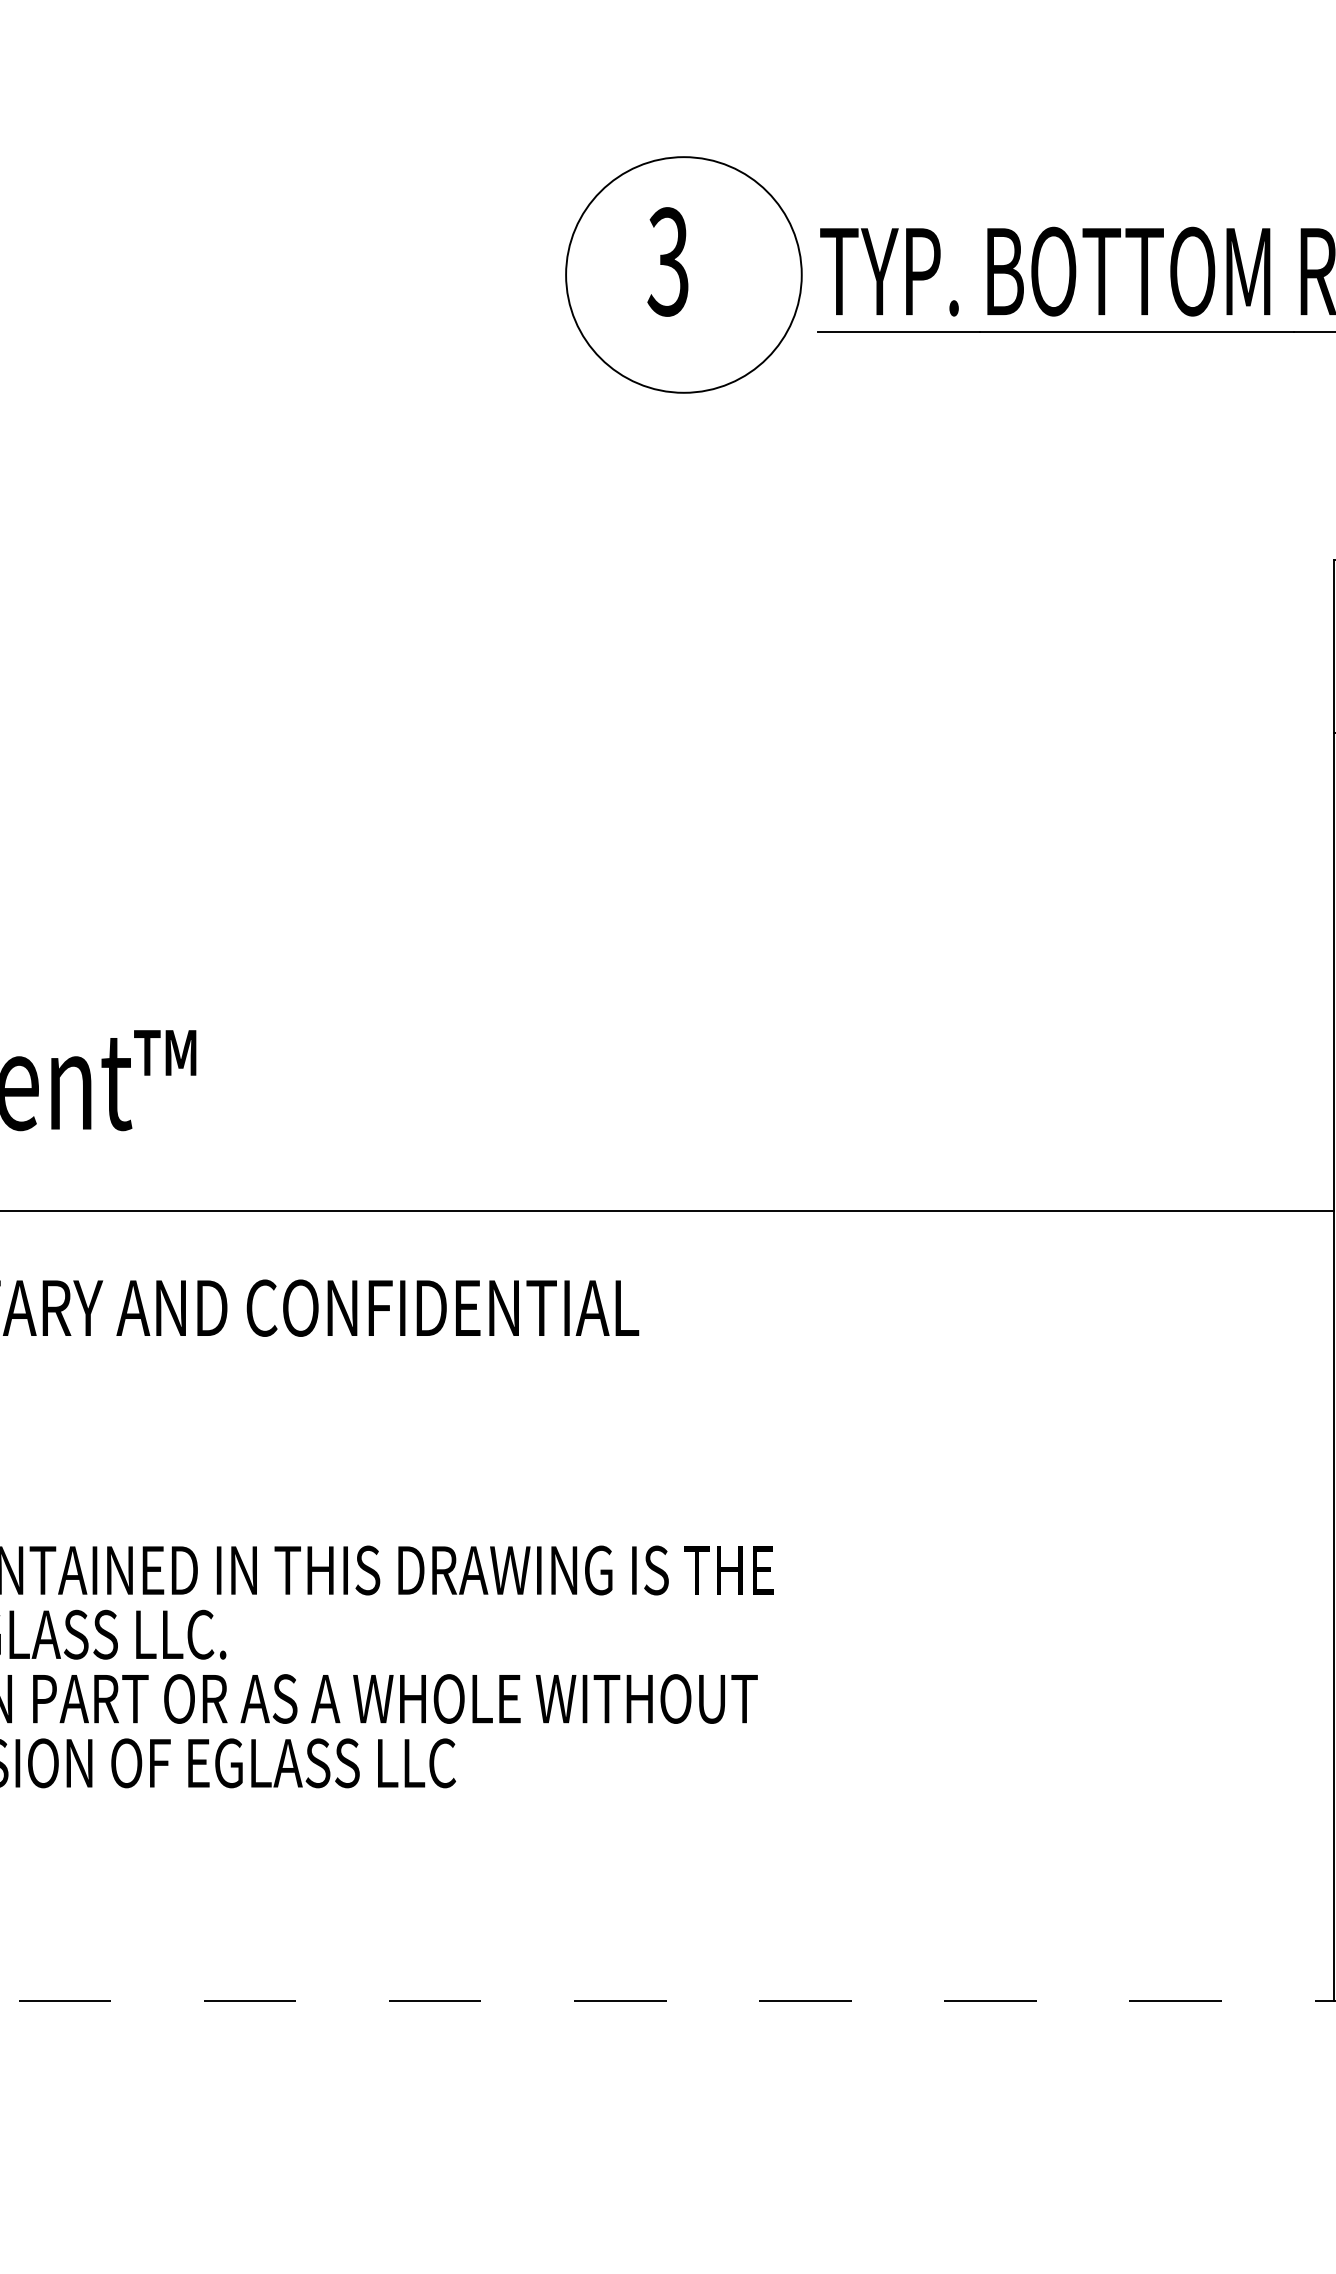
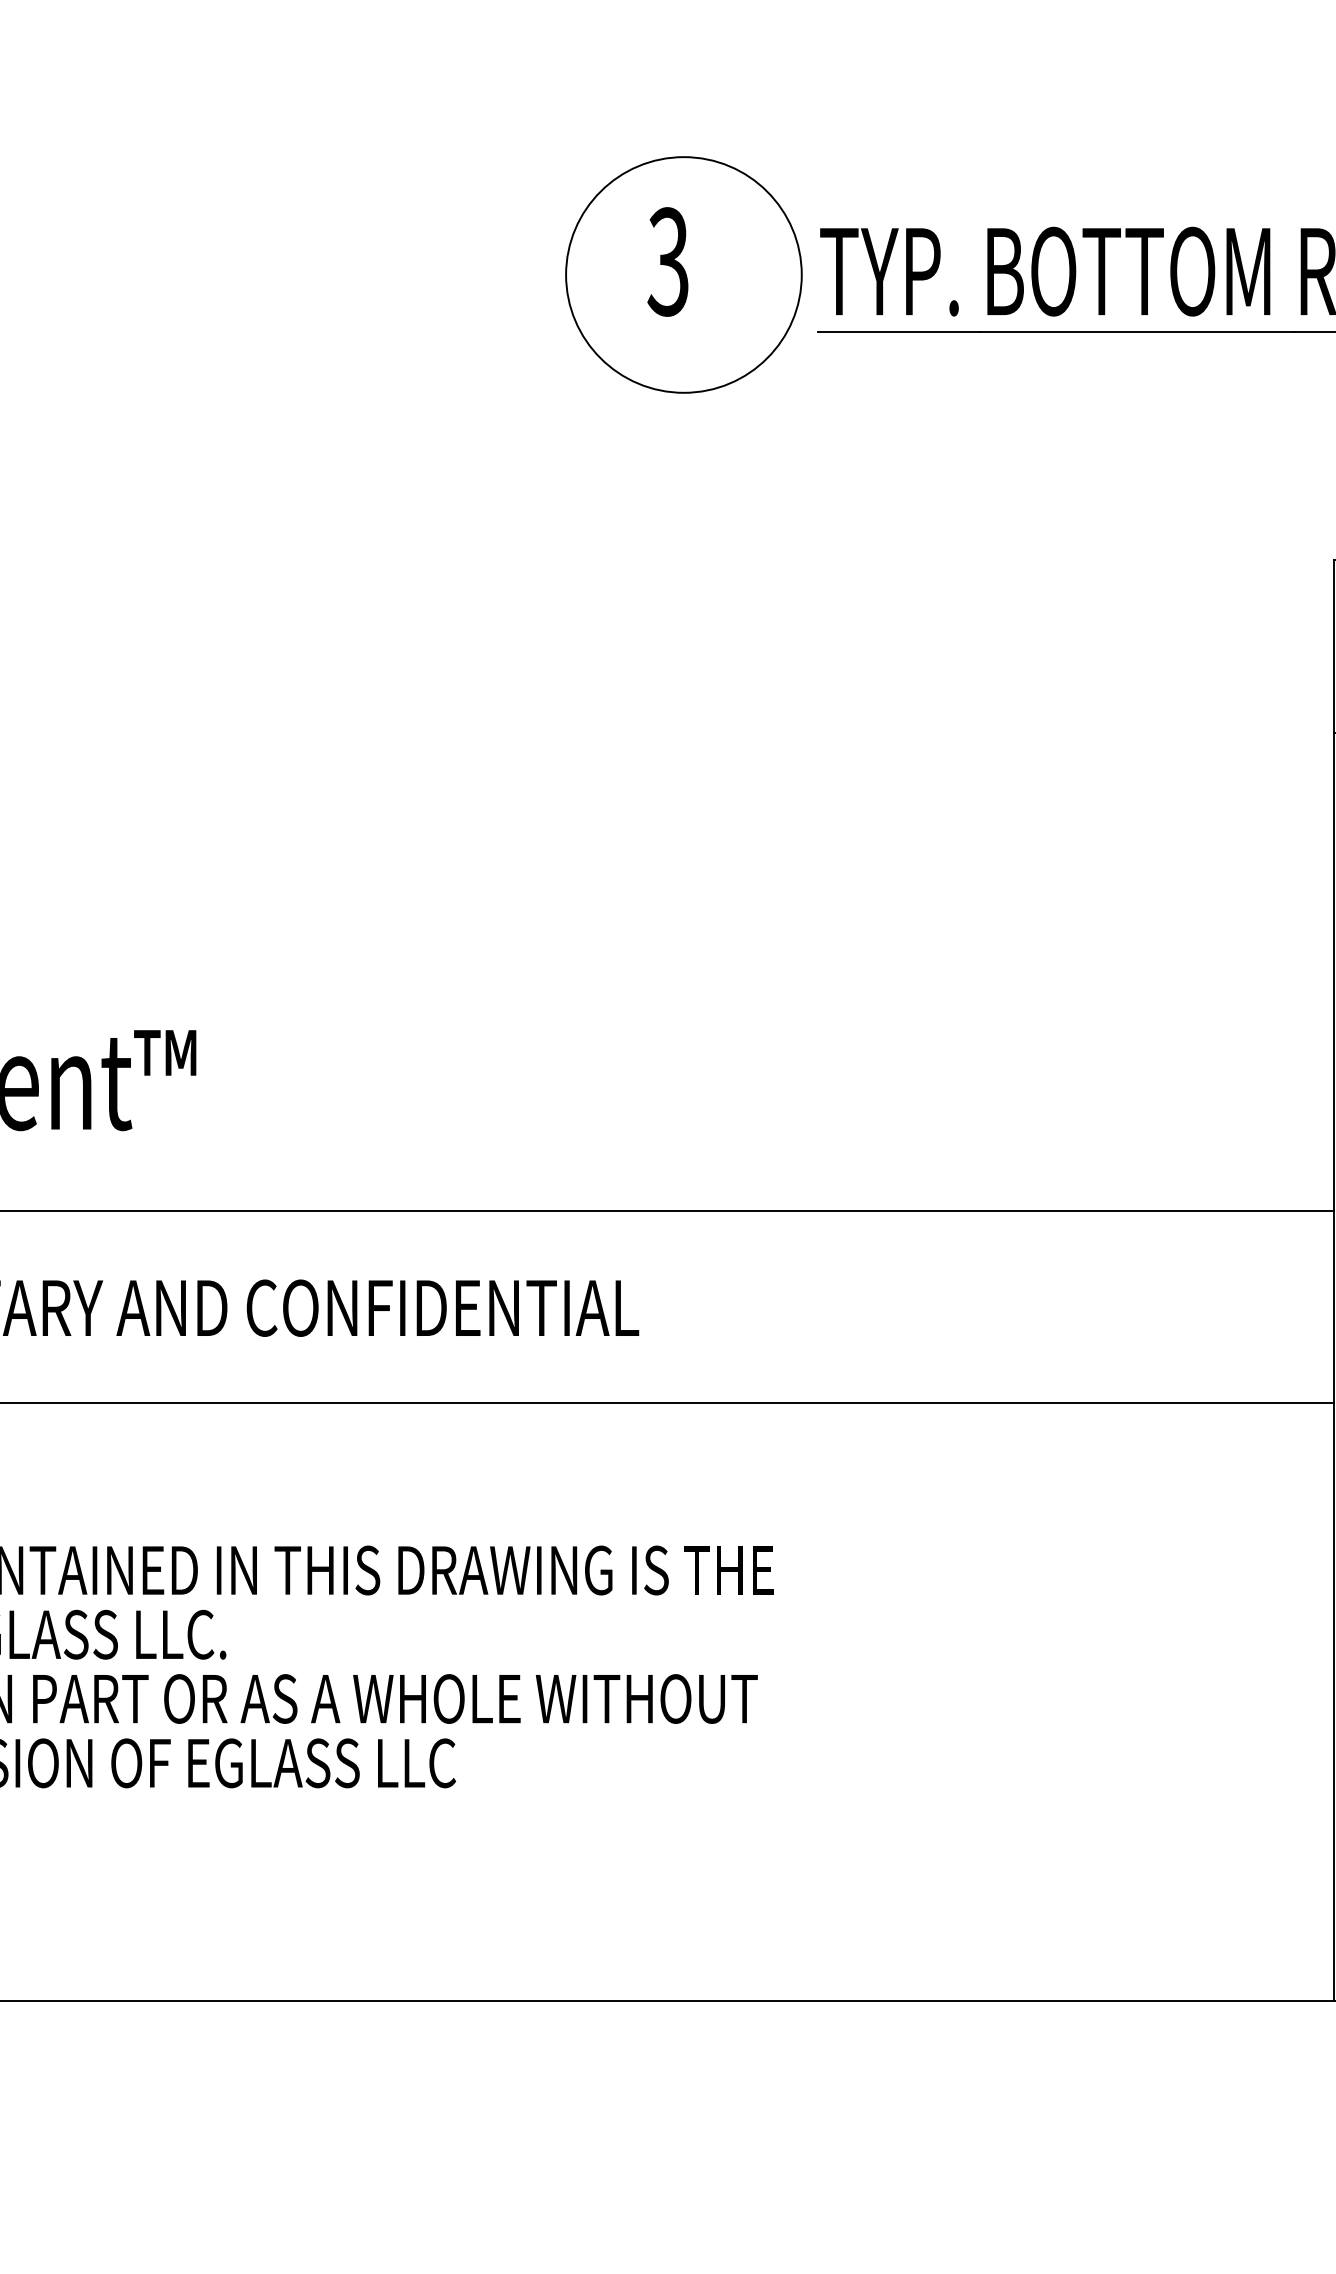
line at (667, 1403): none -> present
line at (666, 2000): dashed -> solid
